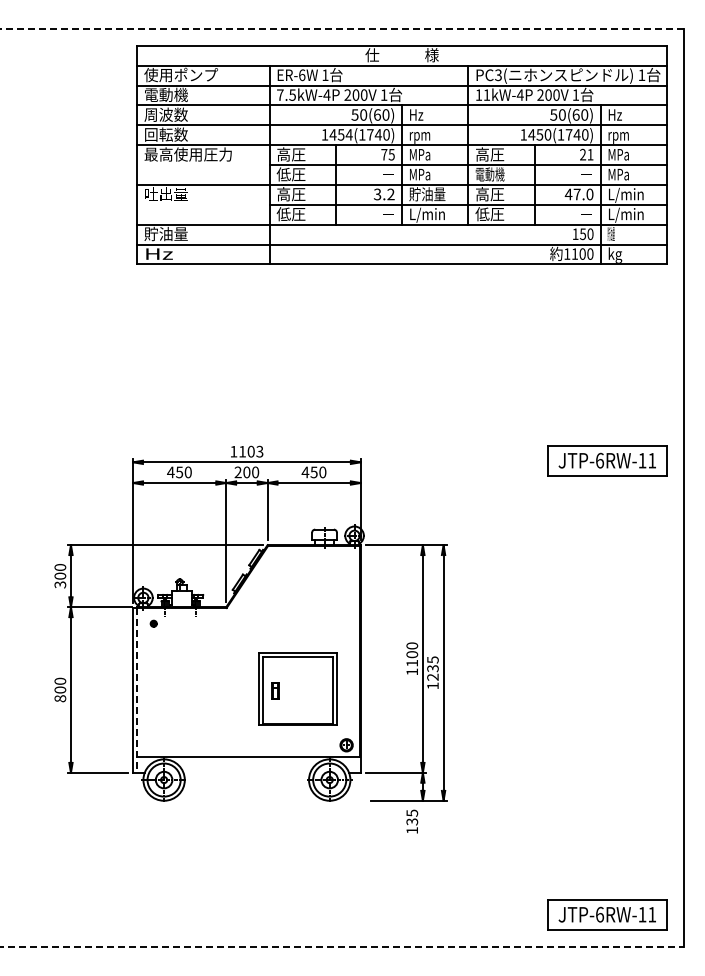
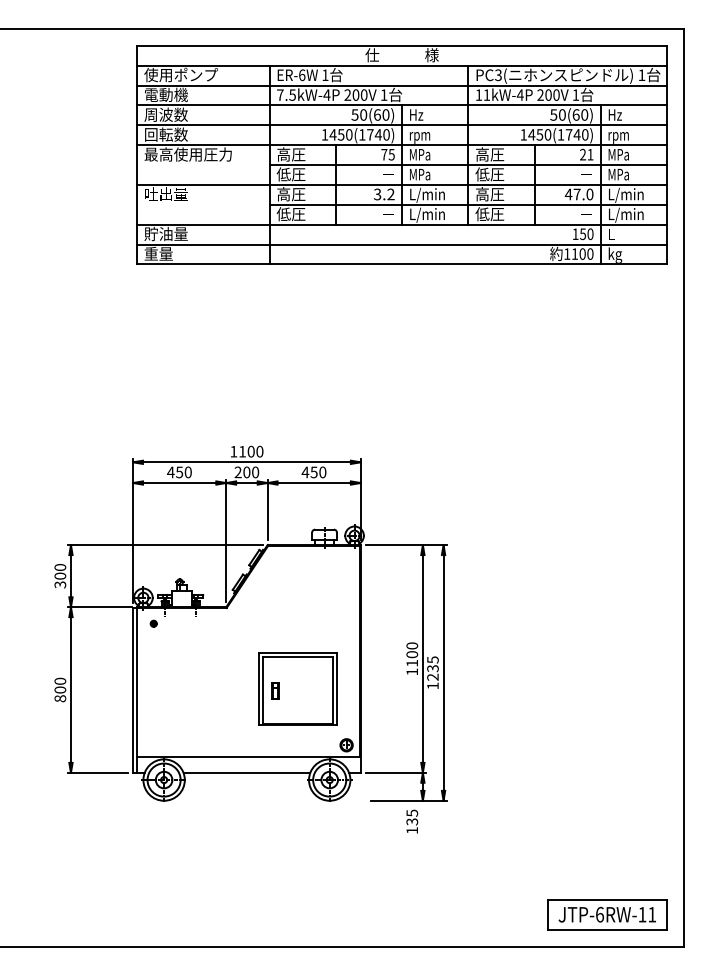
line at (341, 29): dashed -> solid
text at (348, 134): 1454(1740) -> 1450(1740)
text at (489, 174): 電動機 -> 低圧
text at (427, 194): 貯油量 -> L/min
text at (610, 233): 貯油量 -> L
text at (158, 253): Hz -> 重量
text at (259, 451): 1103 -> 1100
part at (607, 460): present -> none
line at (137, 690): dashed -> solid
line at (246, 772): none -> present
line at (342, 946): dashed -> solid
